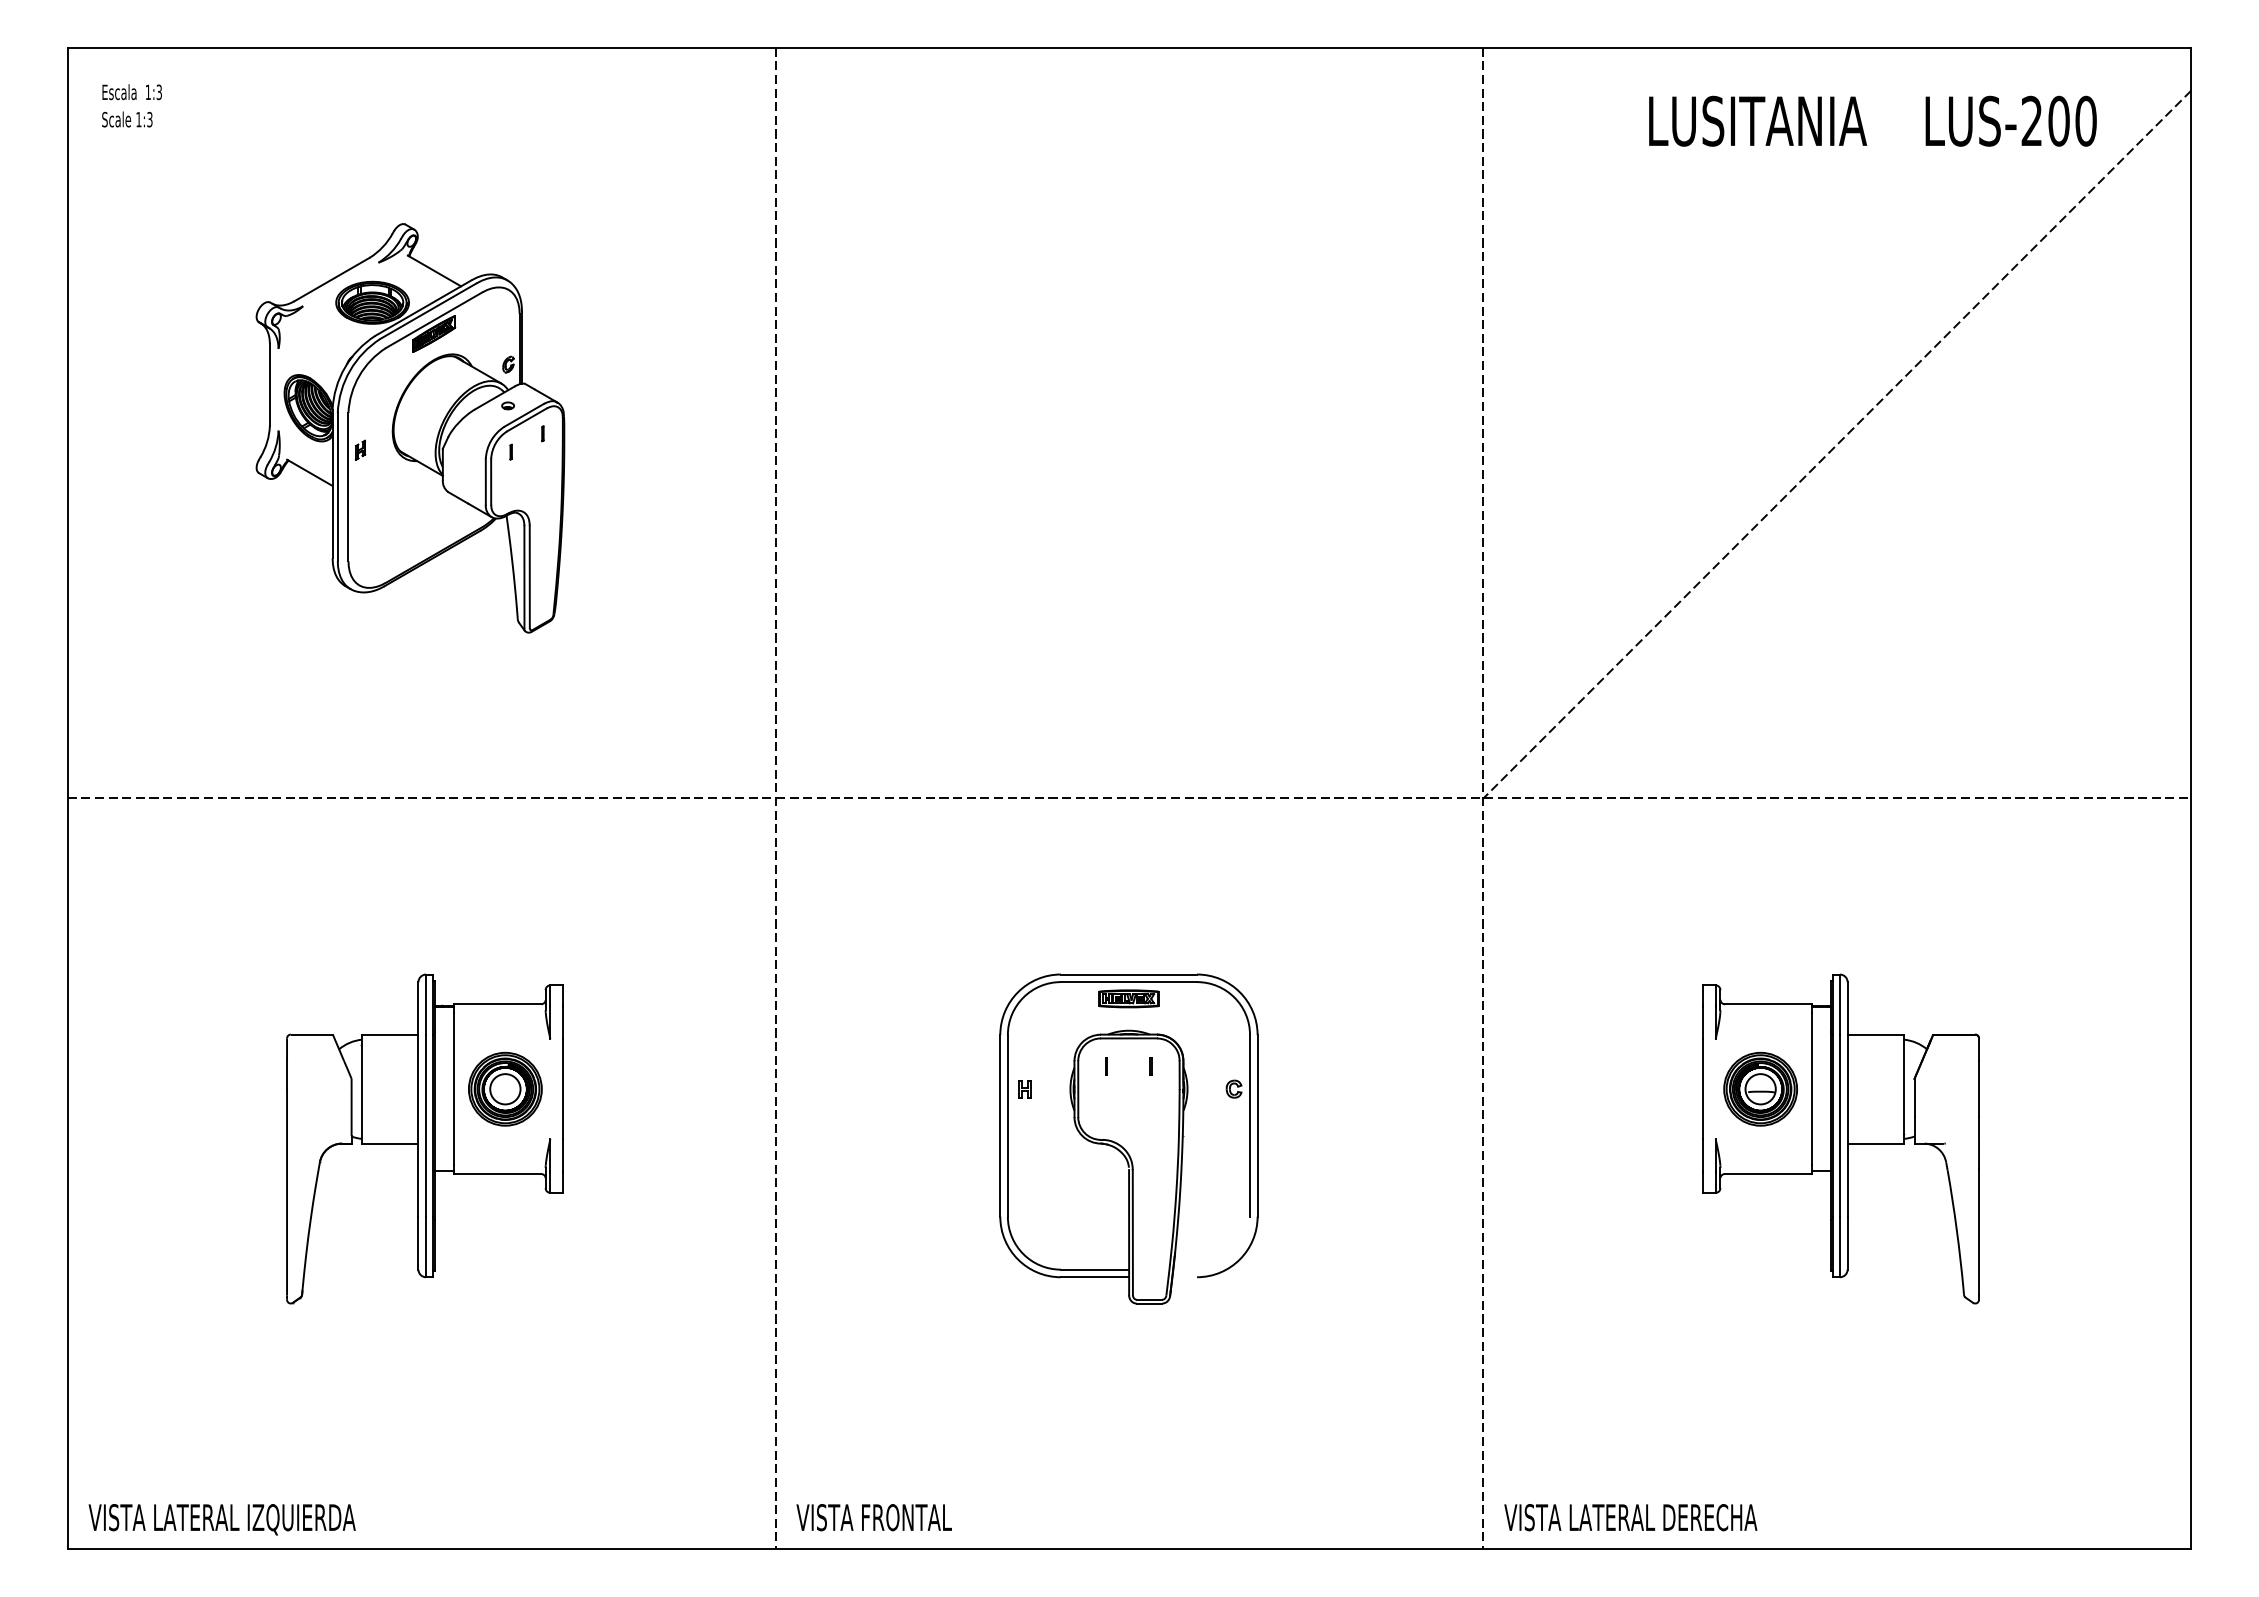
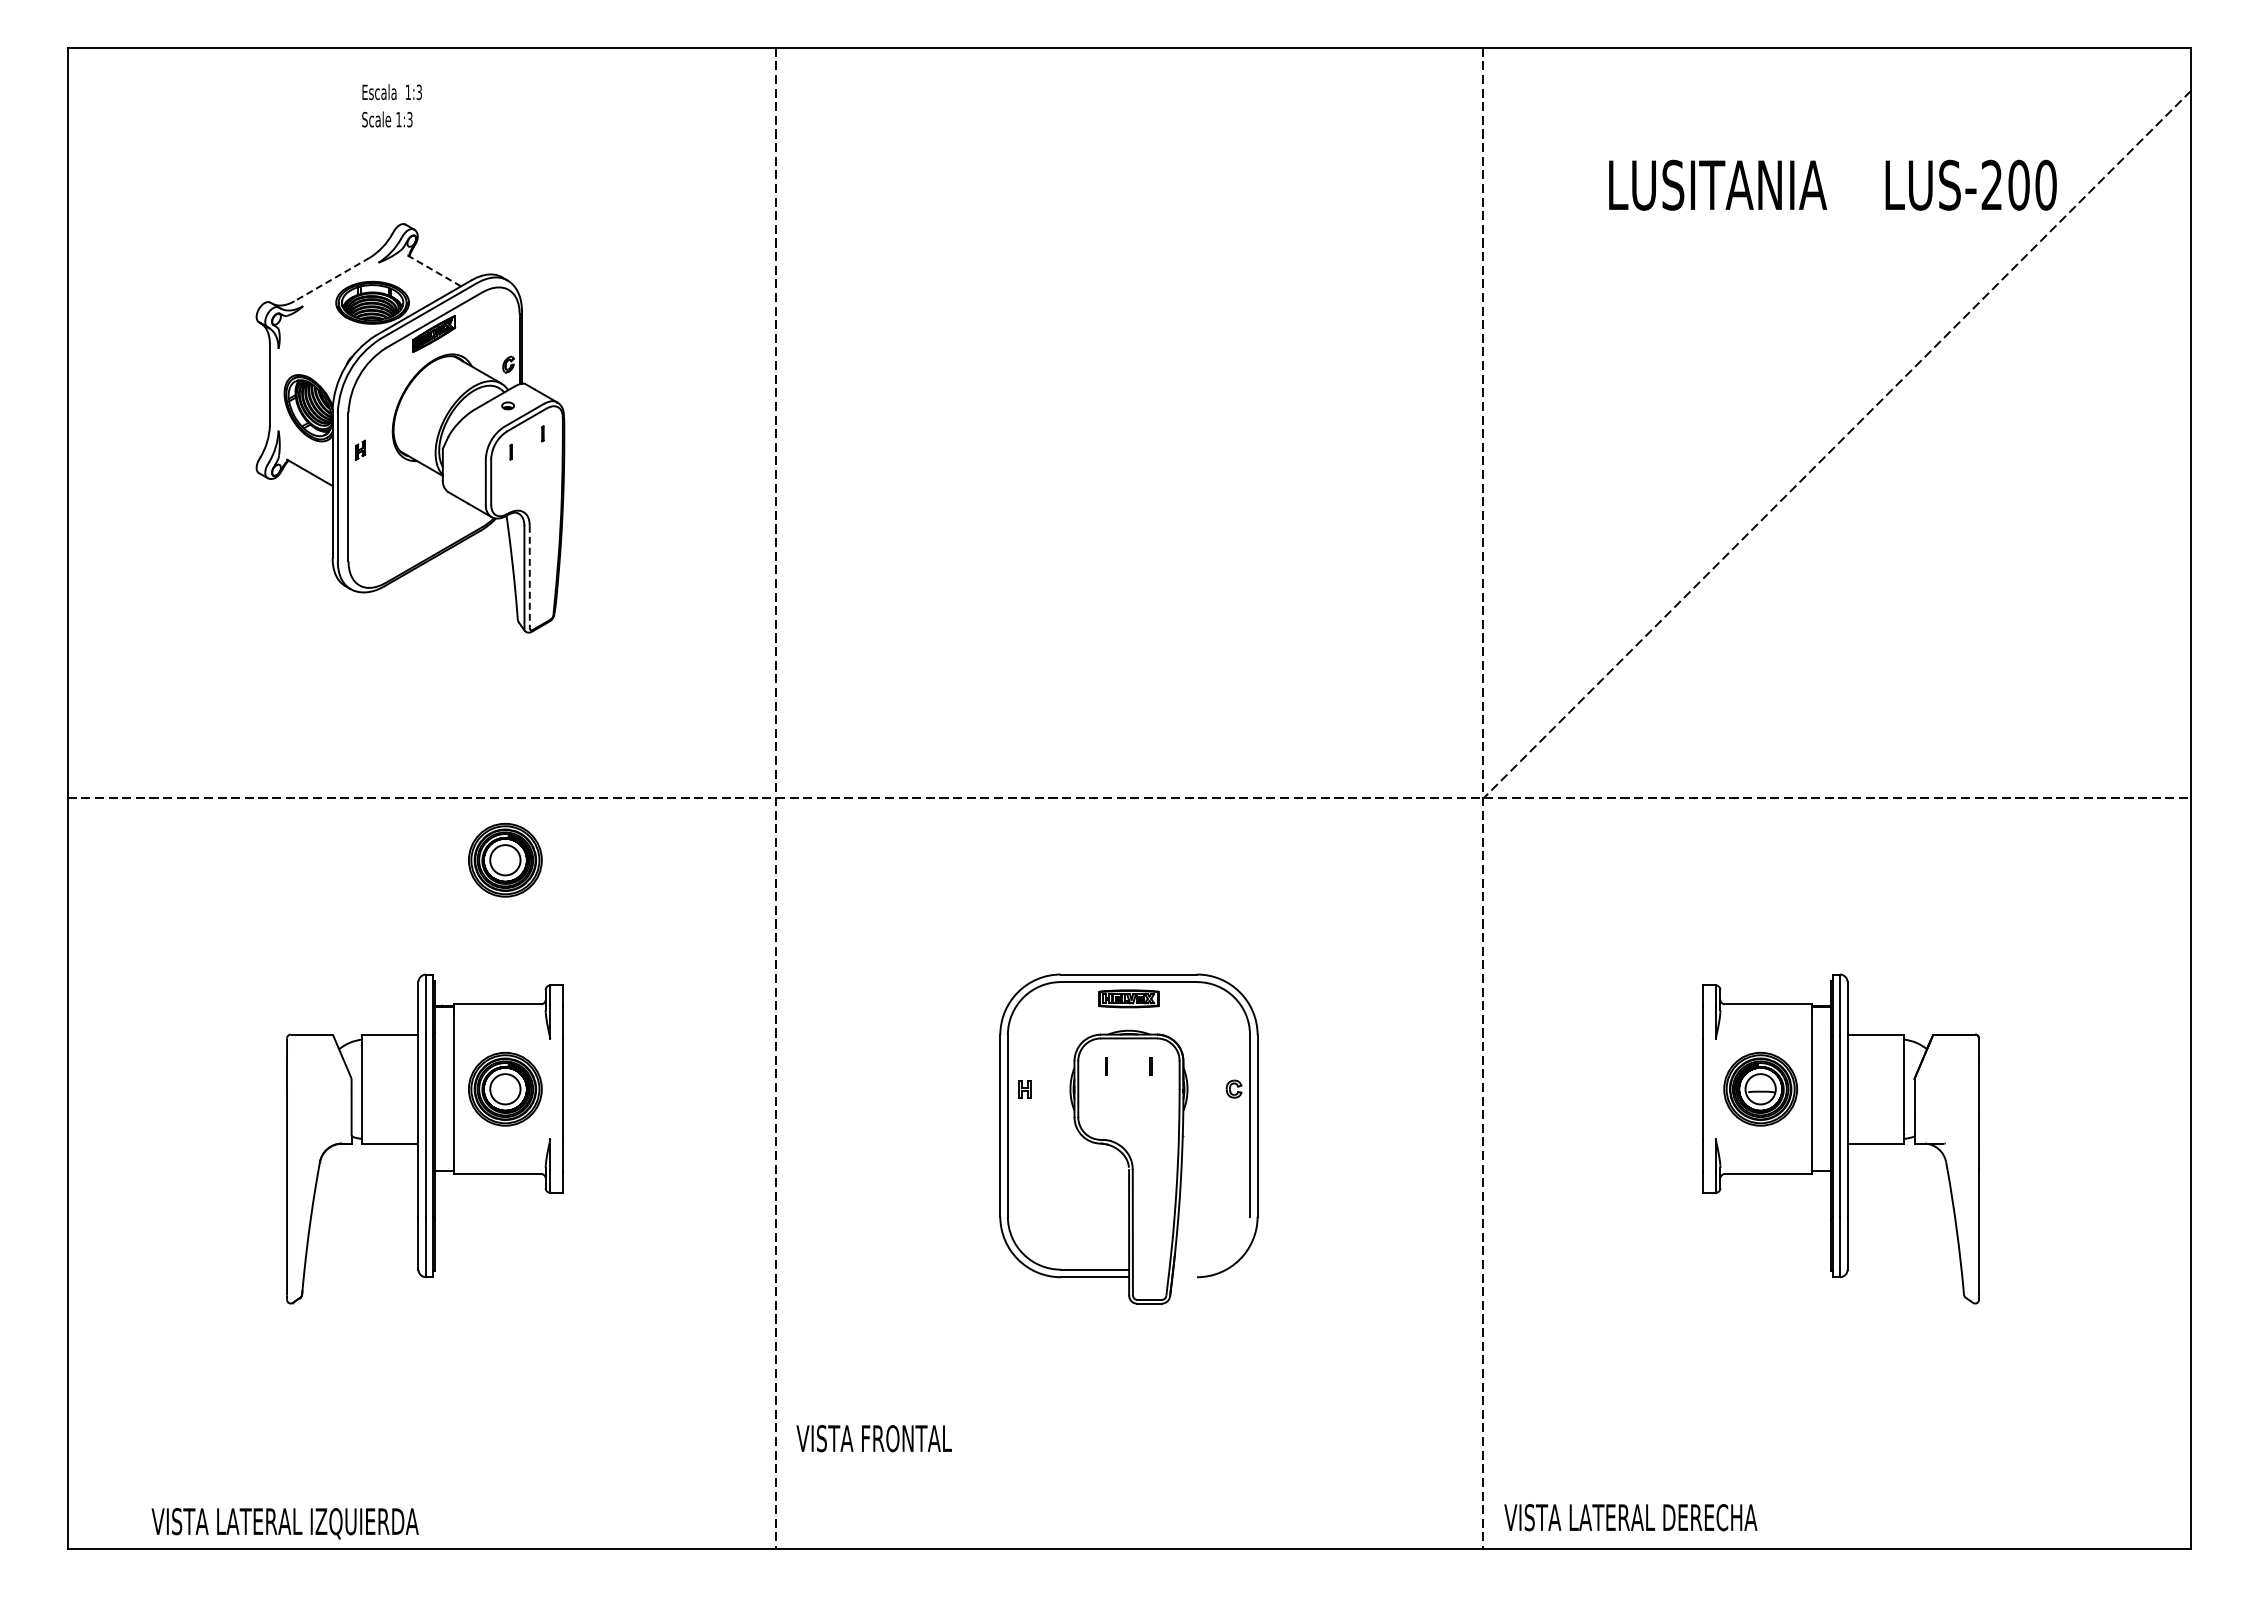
text at (131, 105) position: (131, 105) -> (391, 105)
text at (1872, 120) position: (1872, 120) -> (1832, 184)
line at (434, 271): solid -> dashed
line at (331, 279): solid -> dashed
line at (529, 577): solid -> dashed
part at (505, 859): none -> present
text at (873, 1517) position: (873, 1517) -> (873, 1438)
text at (221, 1519) position: (221, 1519) -> (284, 1523)
